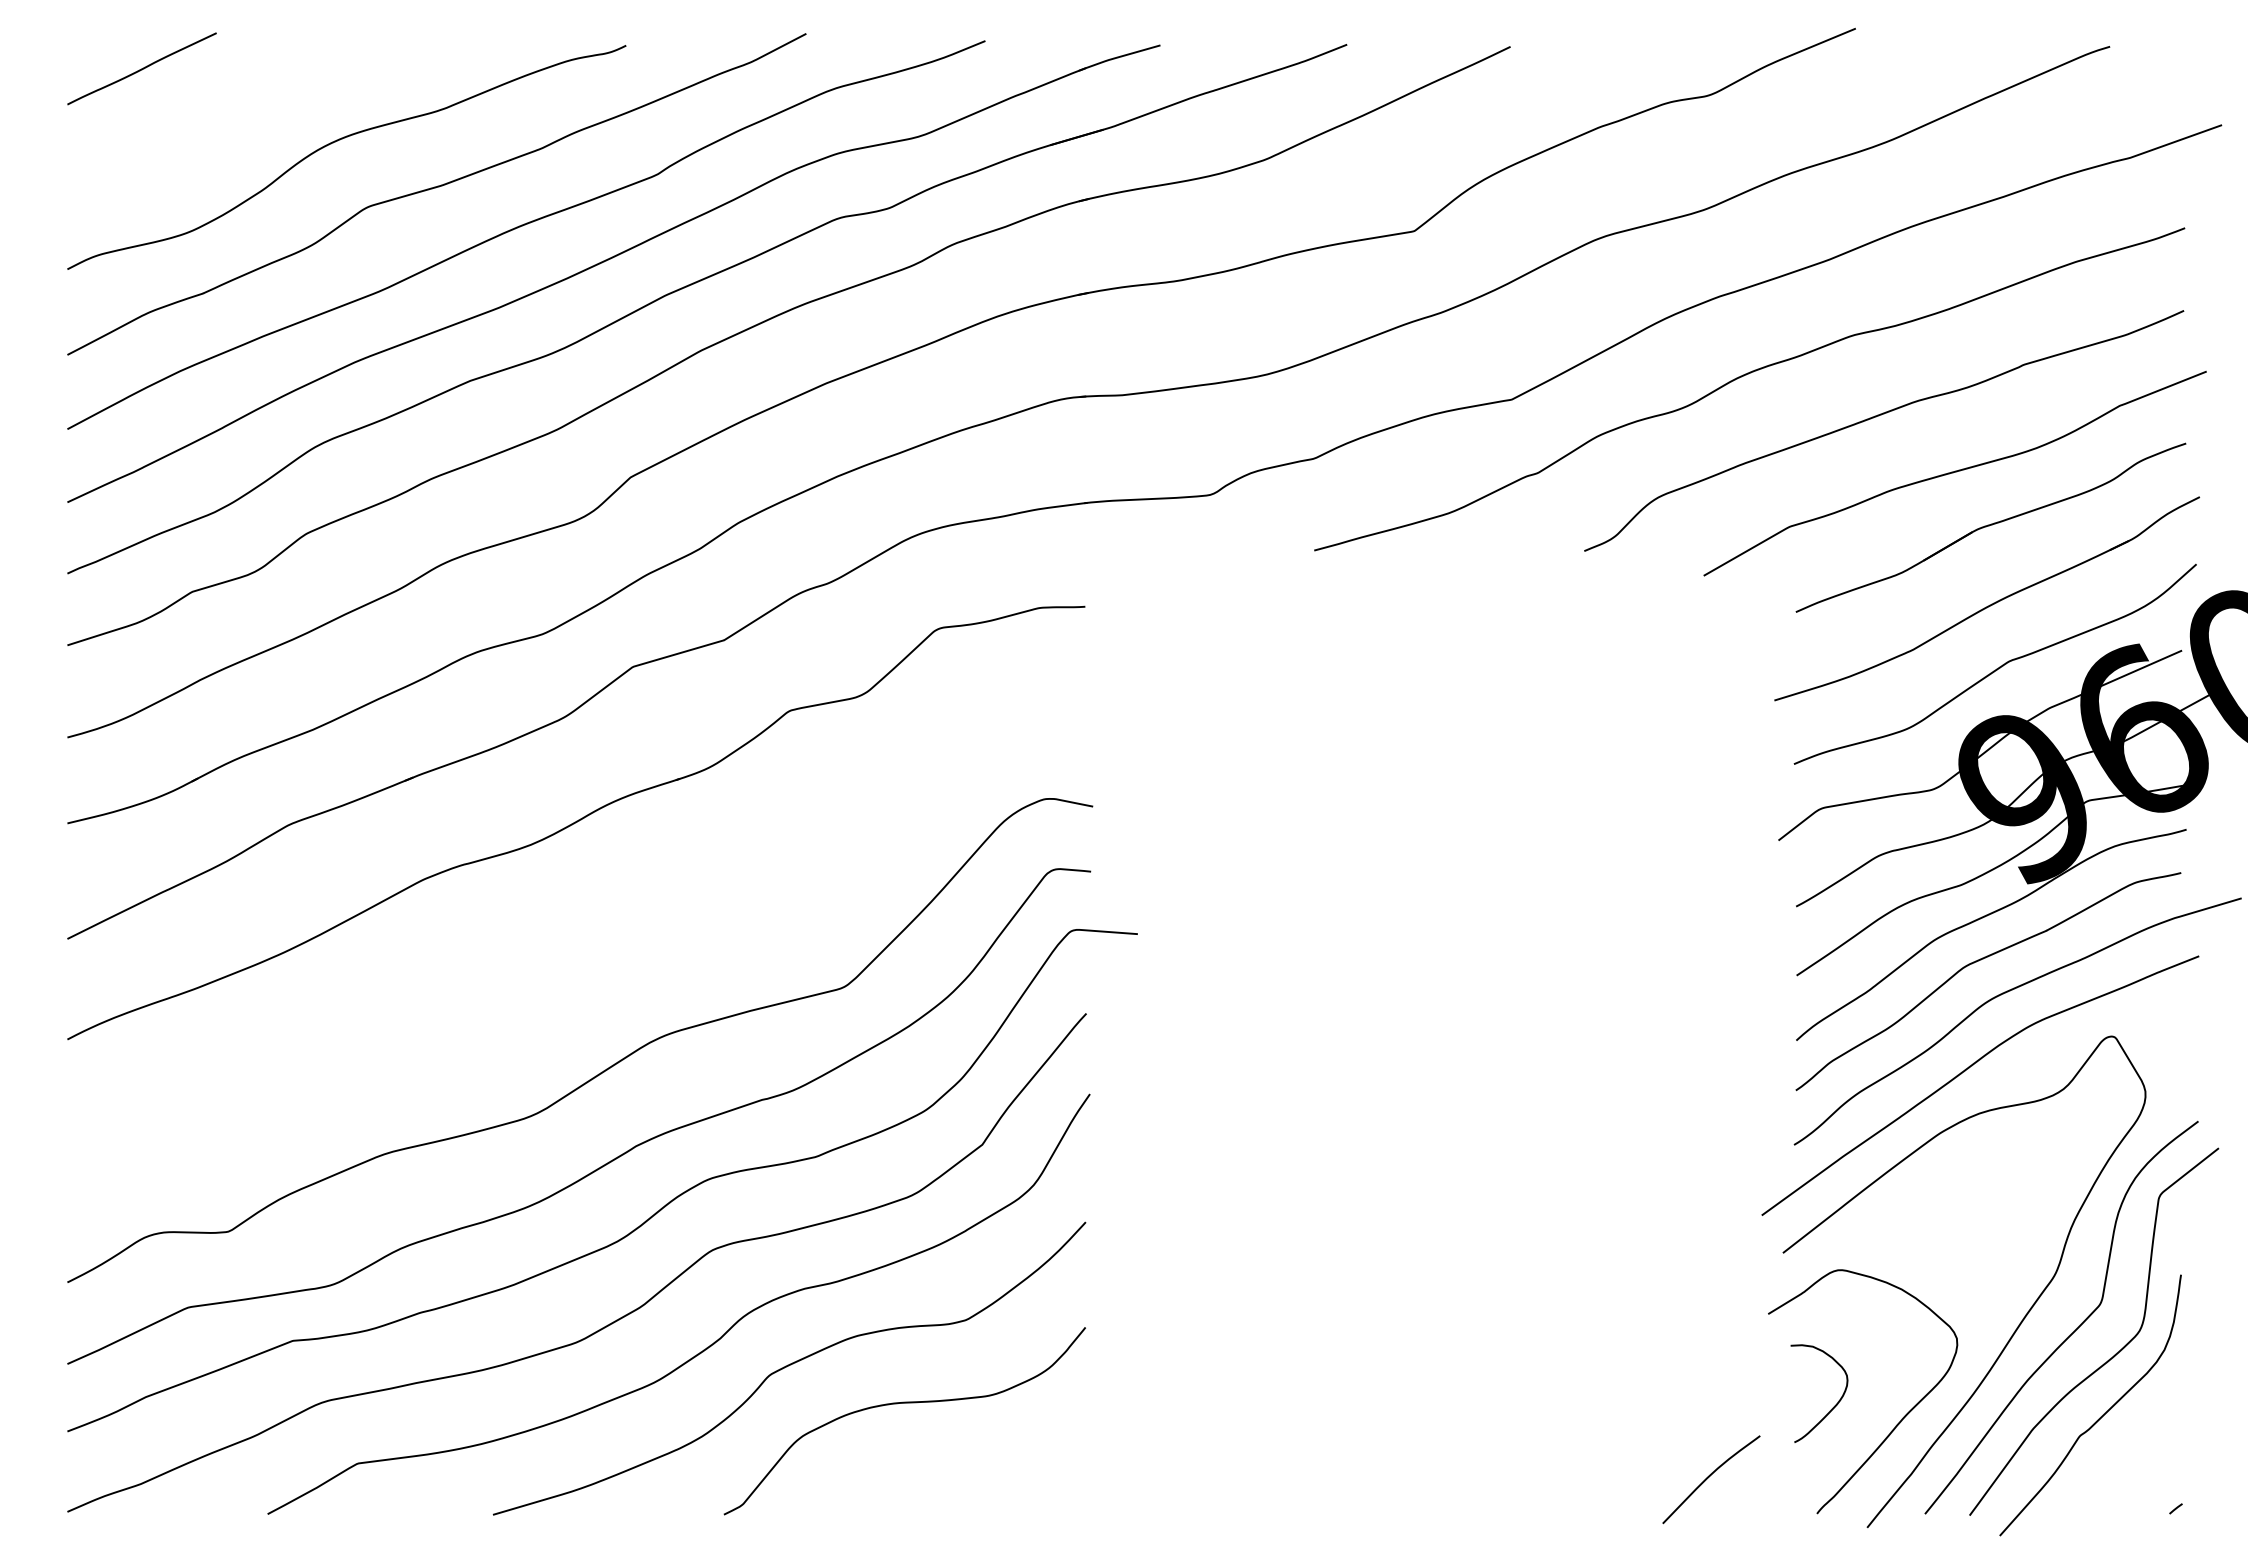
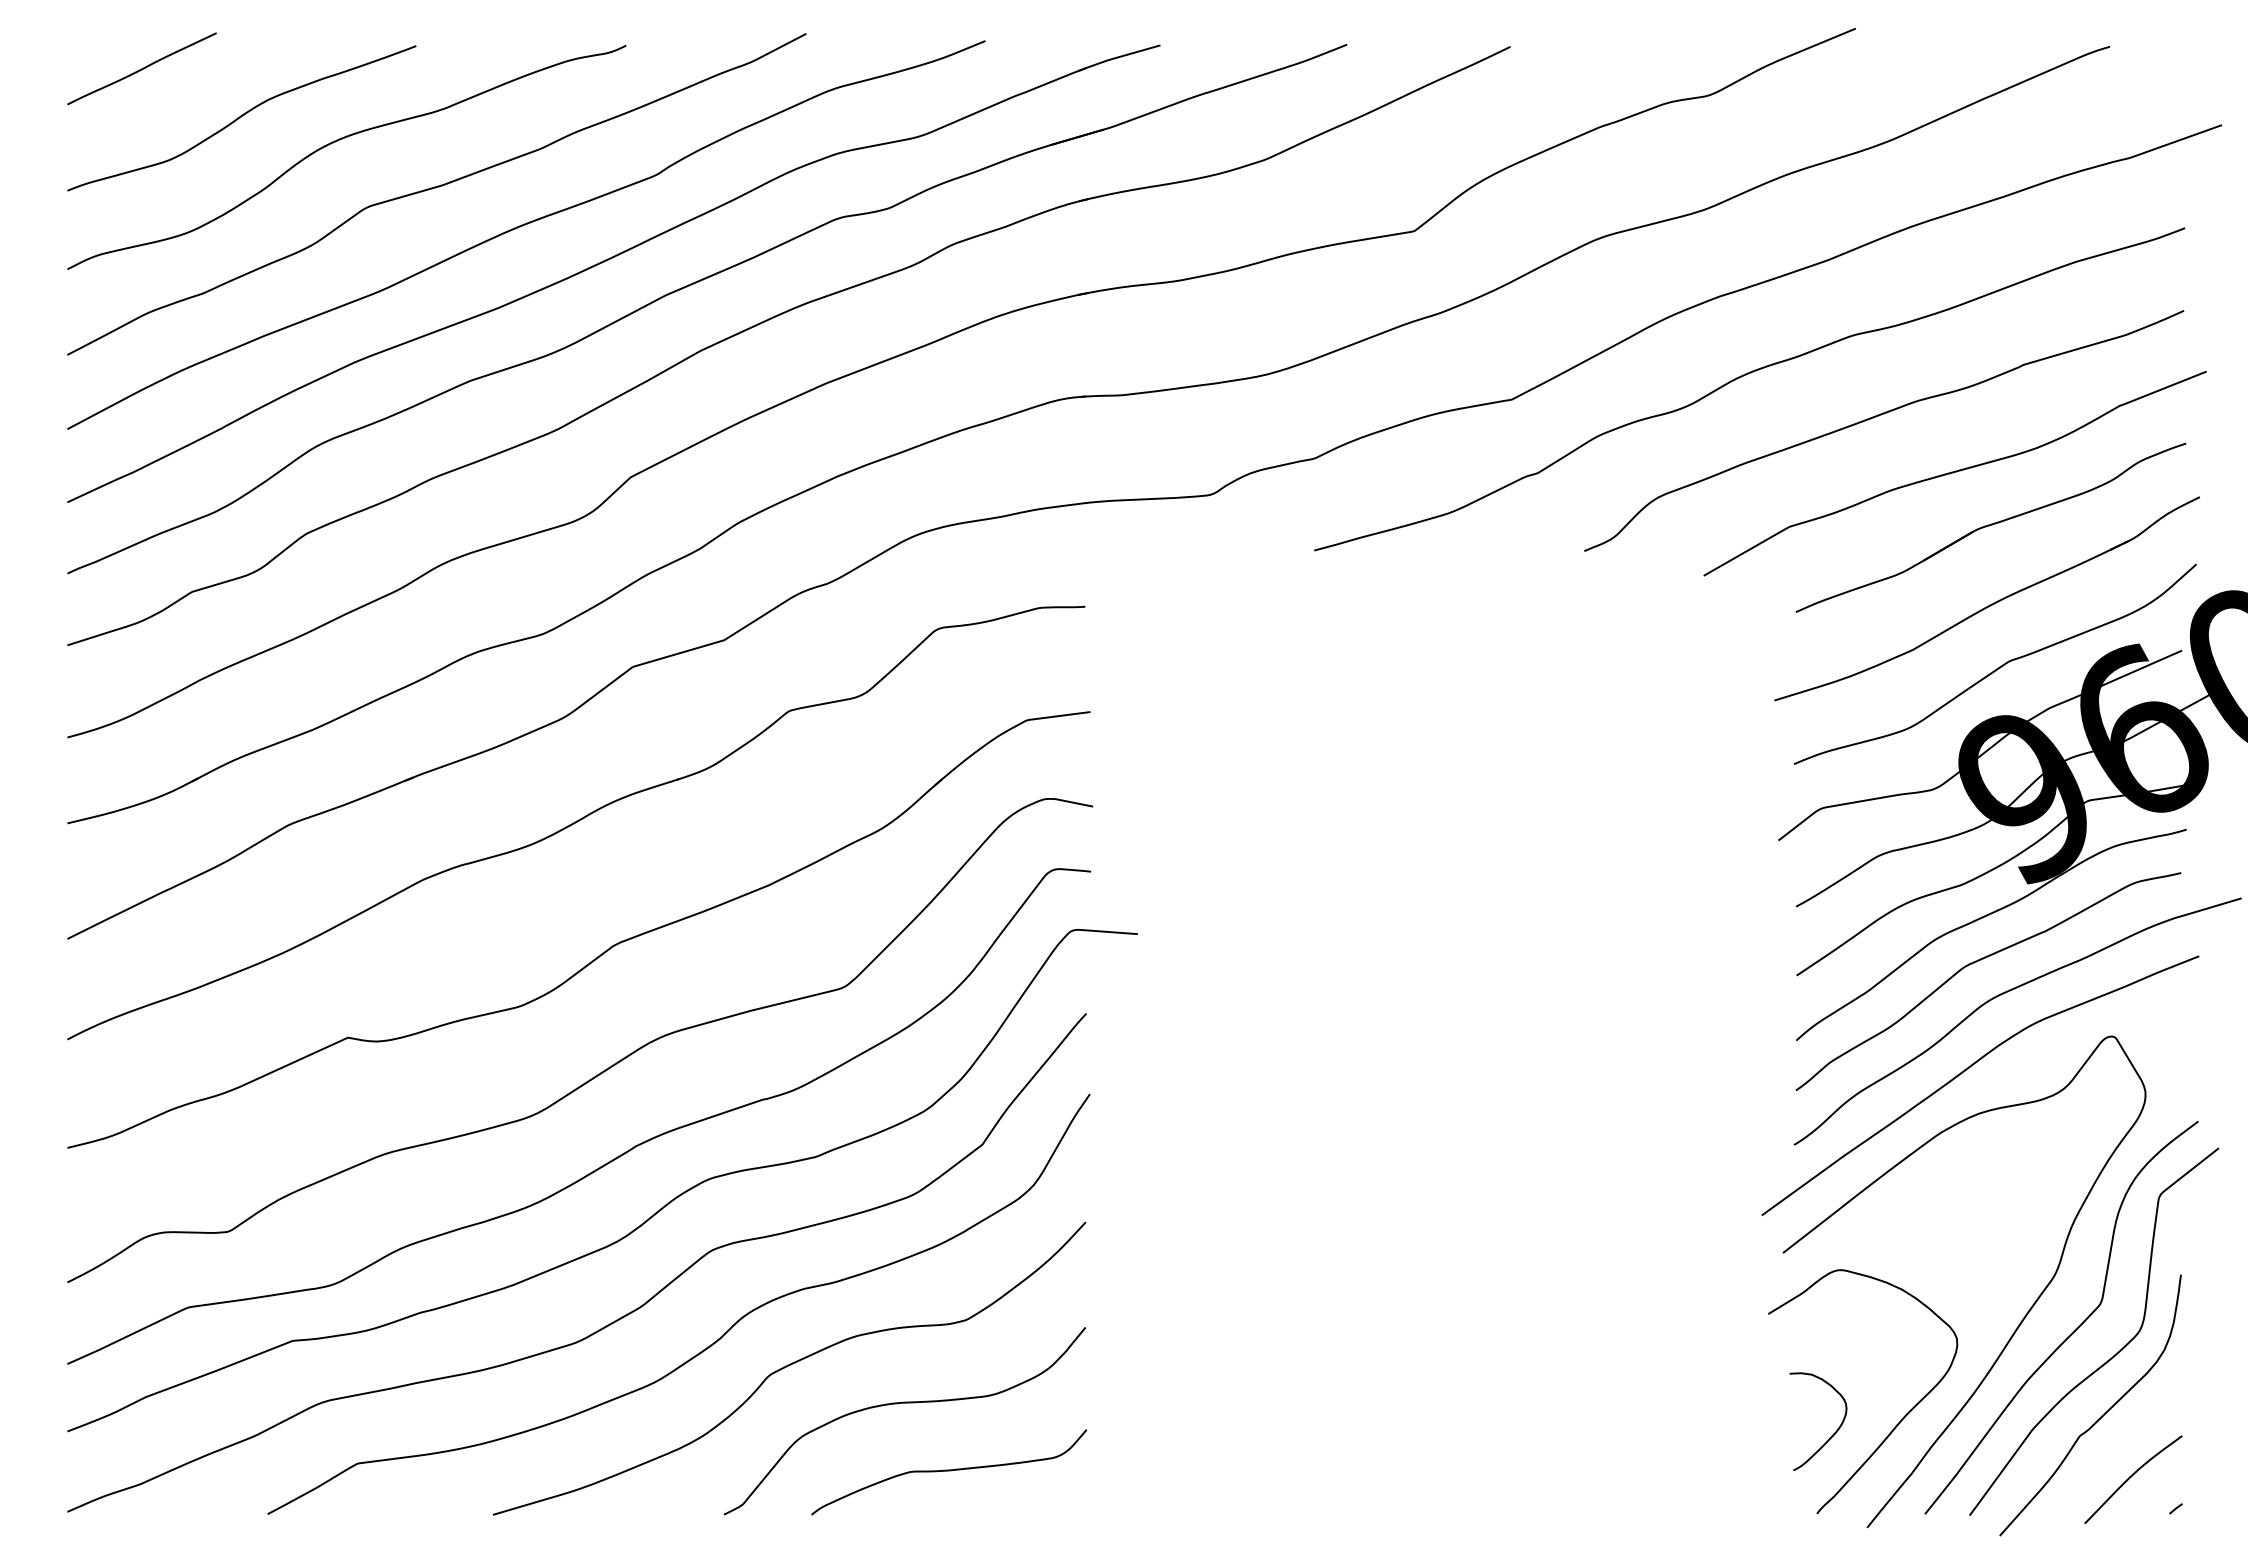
curve at (241, 117): none -> present
part at (598, 955): none -> present
curve at (1833, 1406) position: (1833, 1406) -> (1832, 1434)
curve at (949, 1471): none -> present
curve at (1709, 1477) position: (1709, 1477) -> (2131, 1477)
